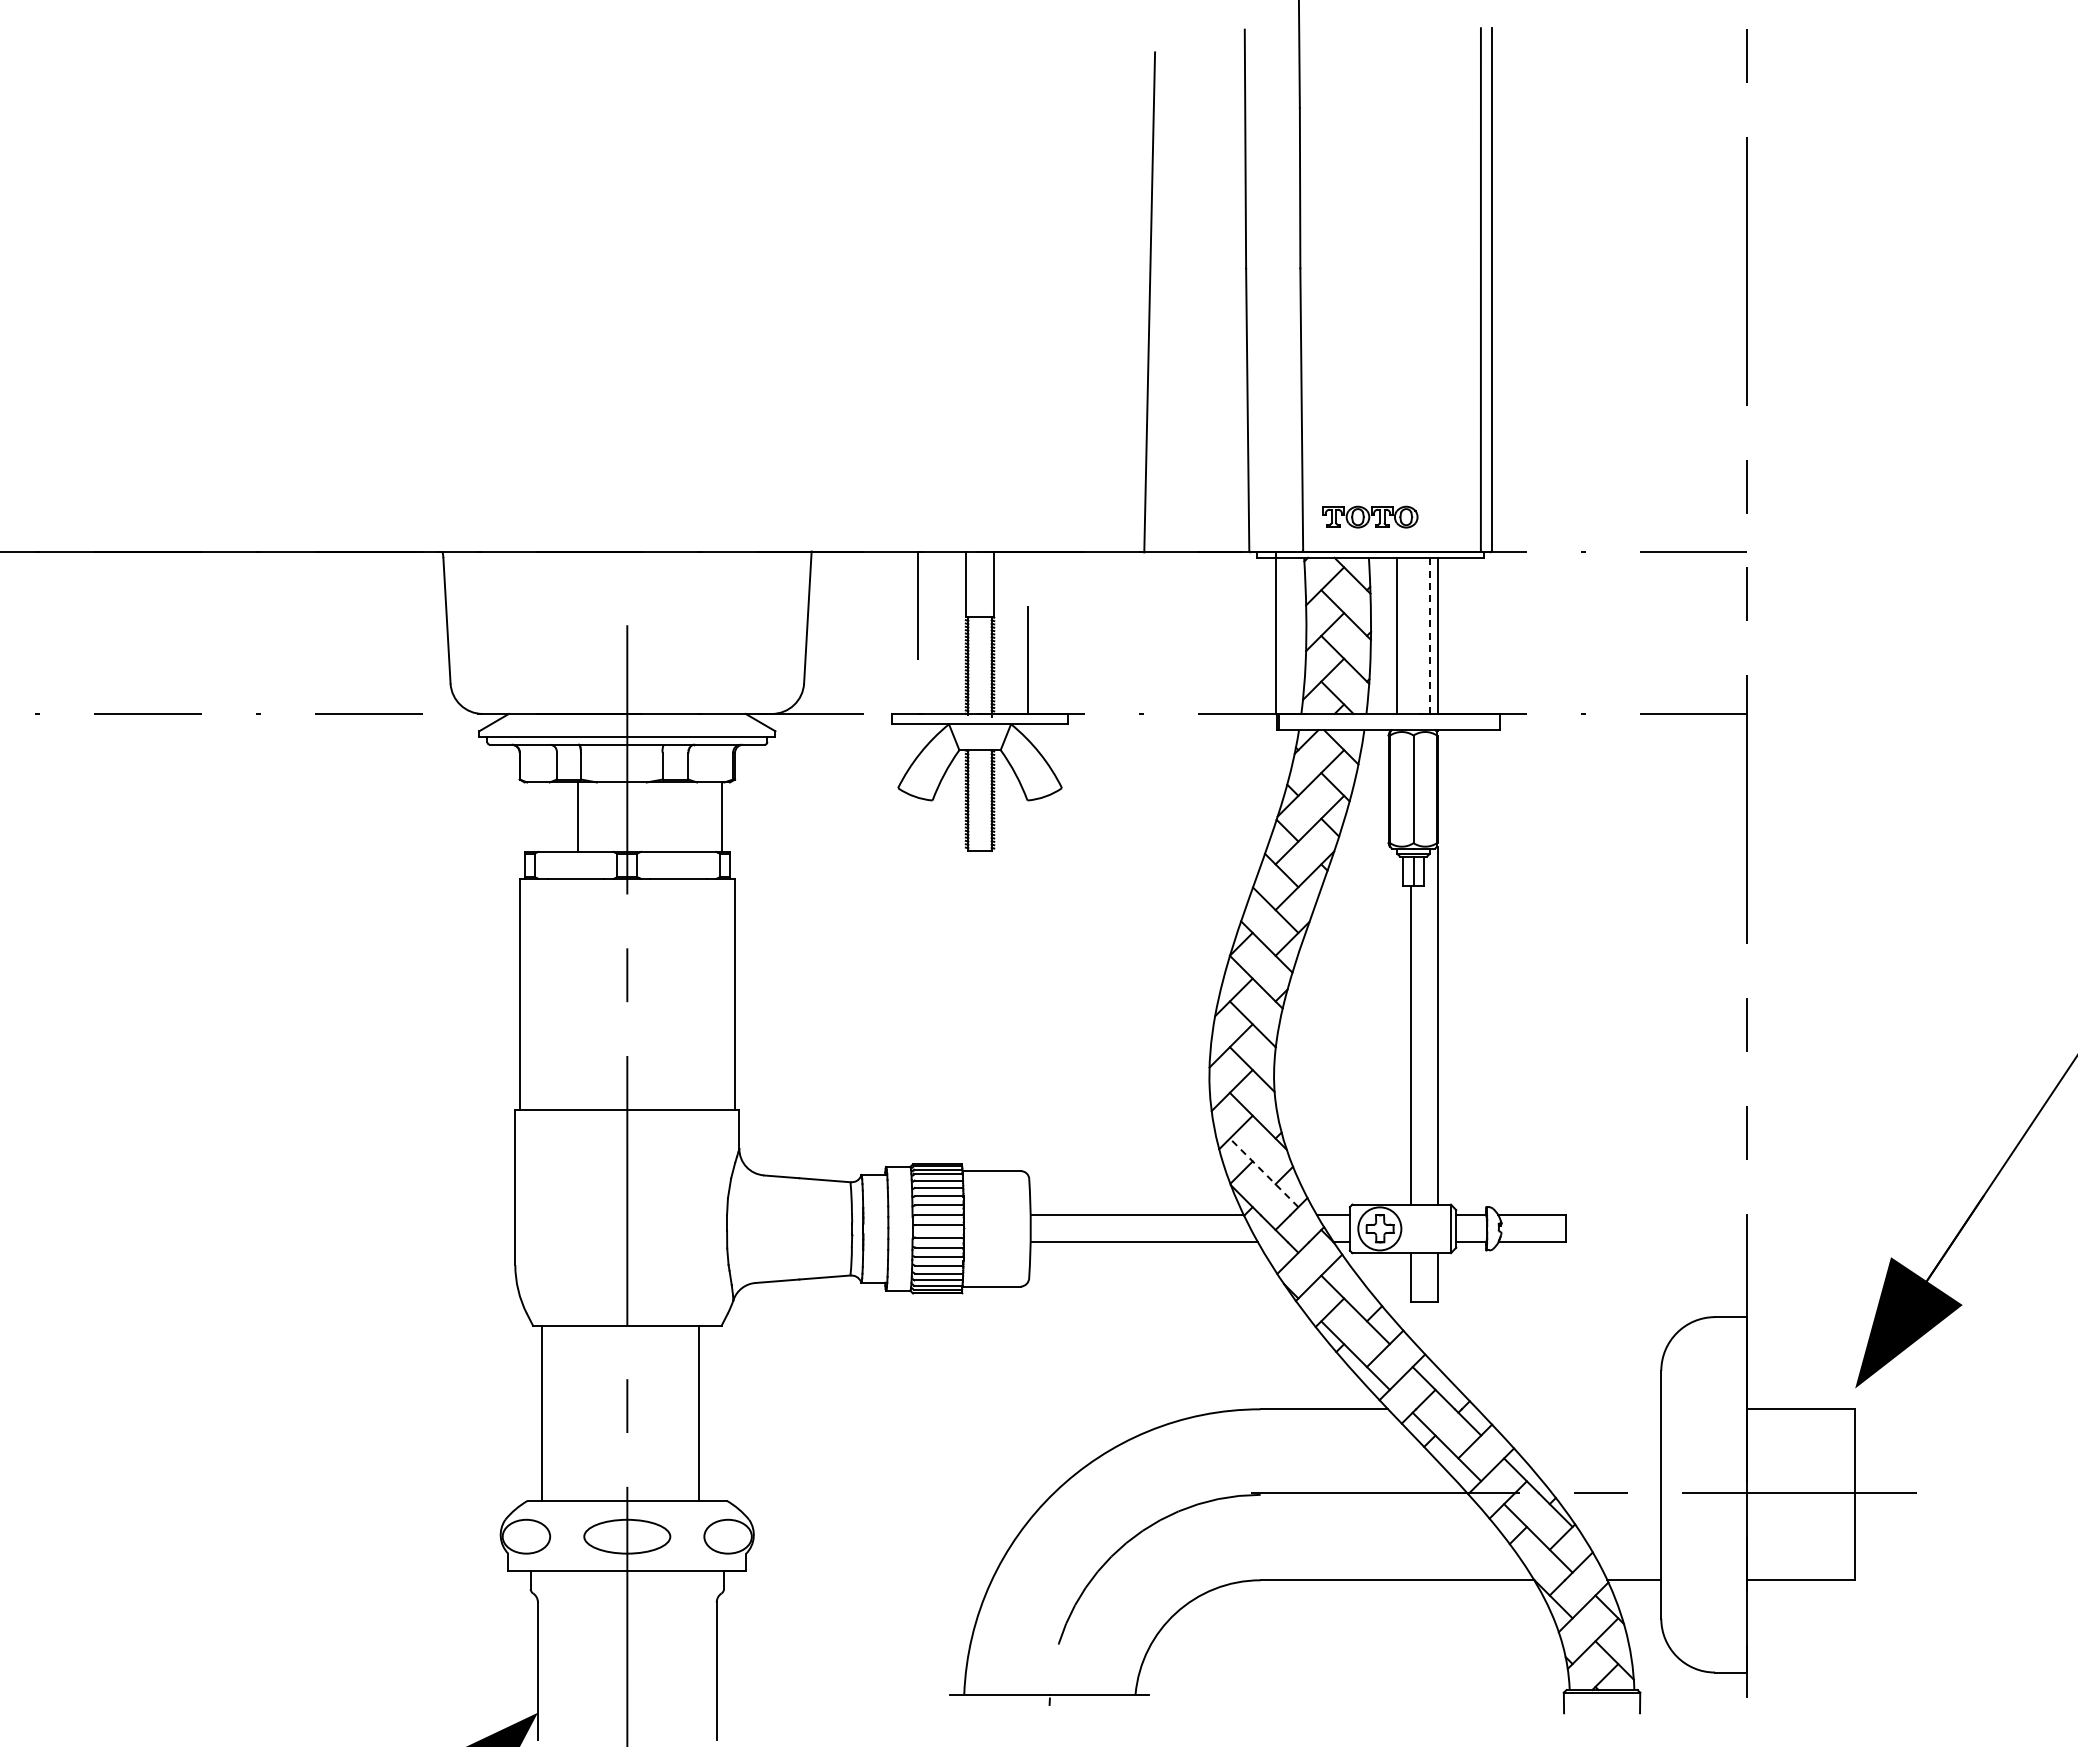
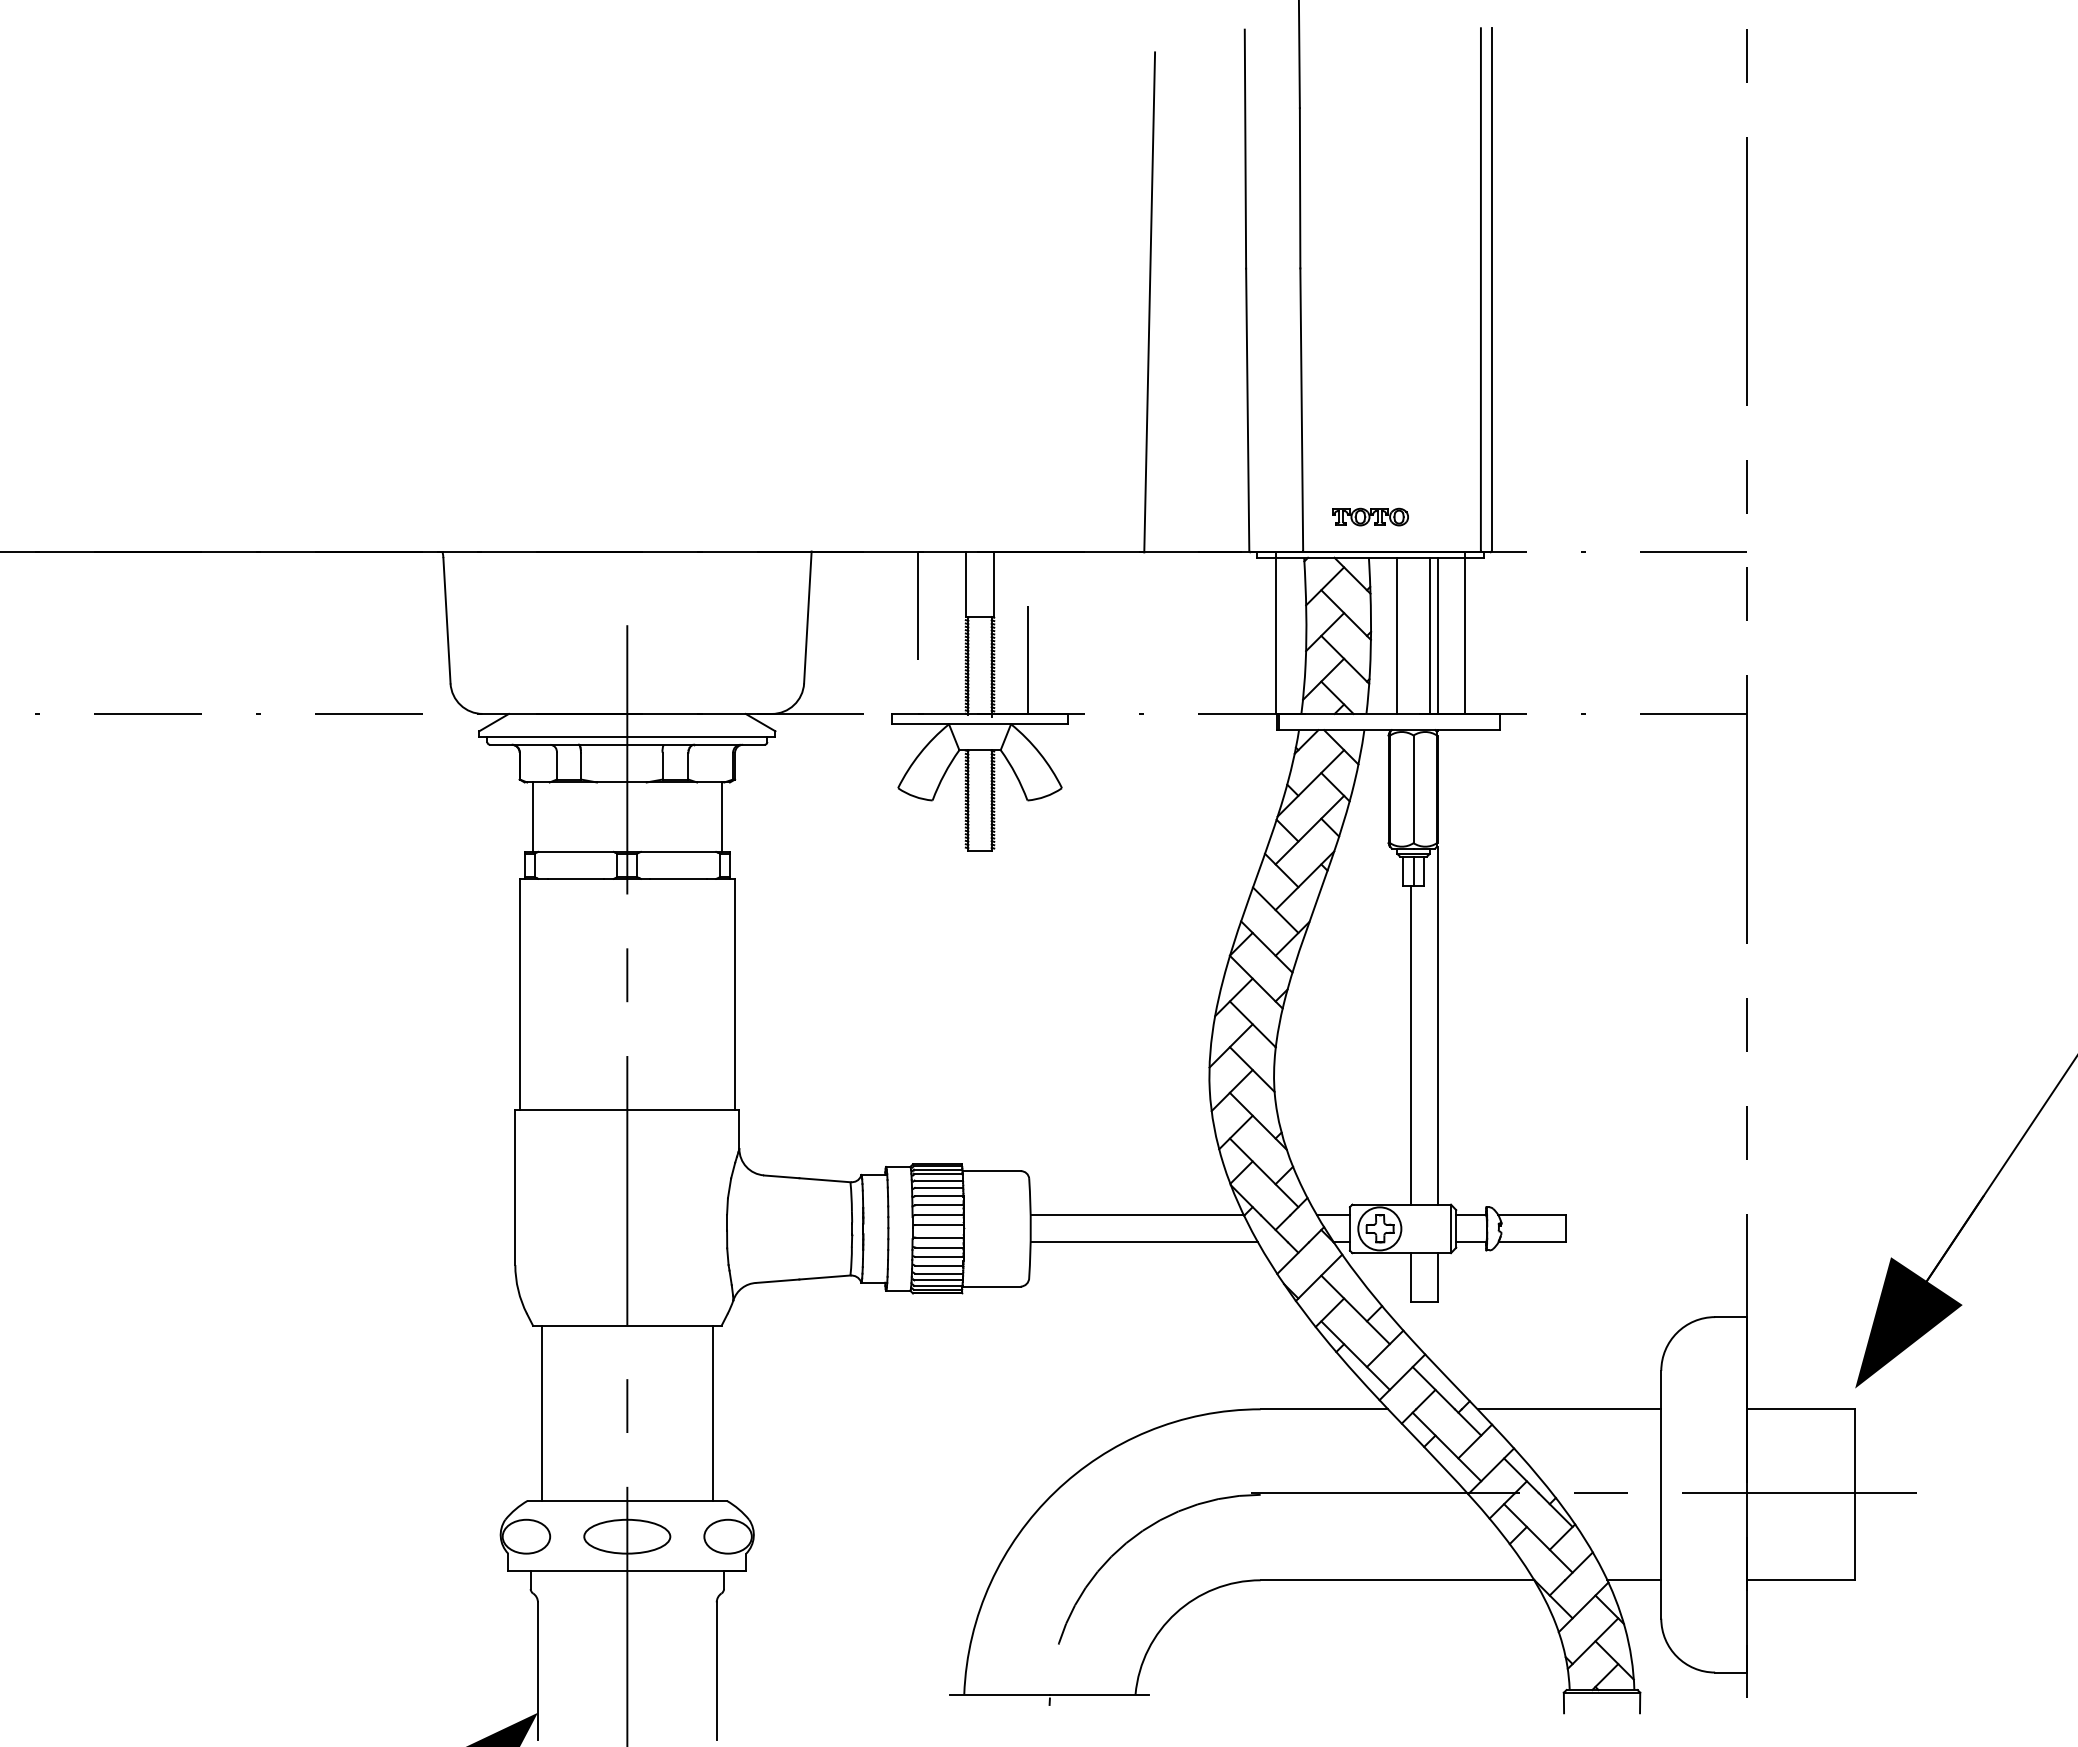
part at (1370, 516) size: 97x24 px -> 77x20 px
line at (1464, 632): none -> present
line at (1429, 635): dashed -> solid
line at (578, 816) position: (578, 816) -> (533, 816)
line at (1263, 1172): dashed -> solid
line at (1569, 1409): none -> present
line at (698, 1412) position: (698, 1412) -> (712, 1412)
